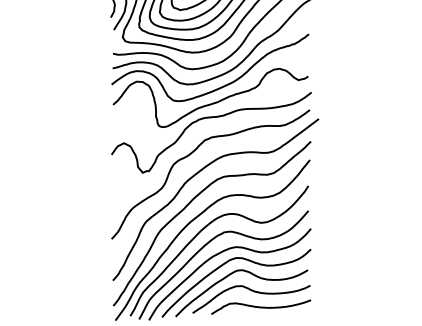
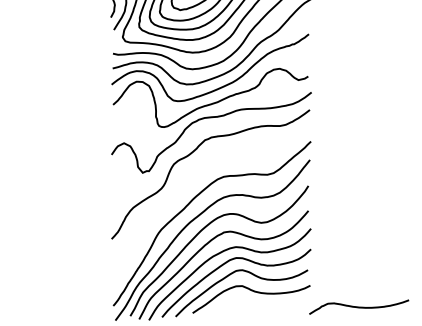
curve at (197, 174): present -> none
curve at (261, 306) position: (261, 306) -> (359, 306)
